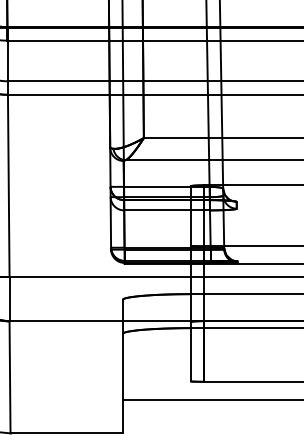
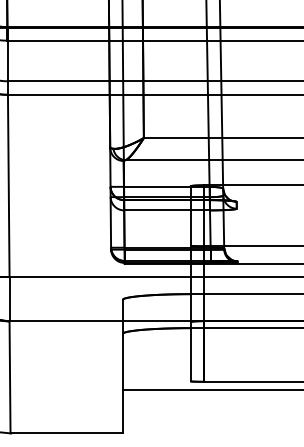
line at (211, 399) position: (211, 399) -> (211, 389)
